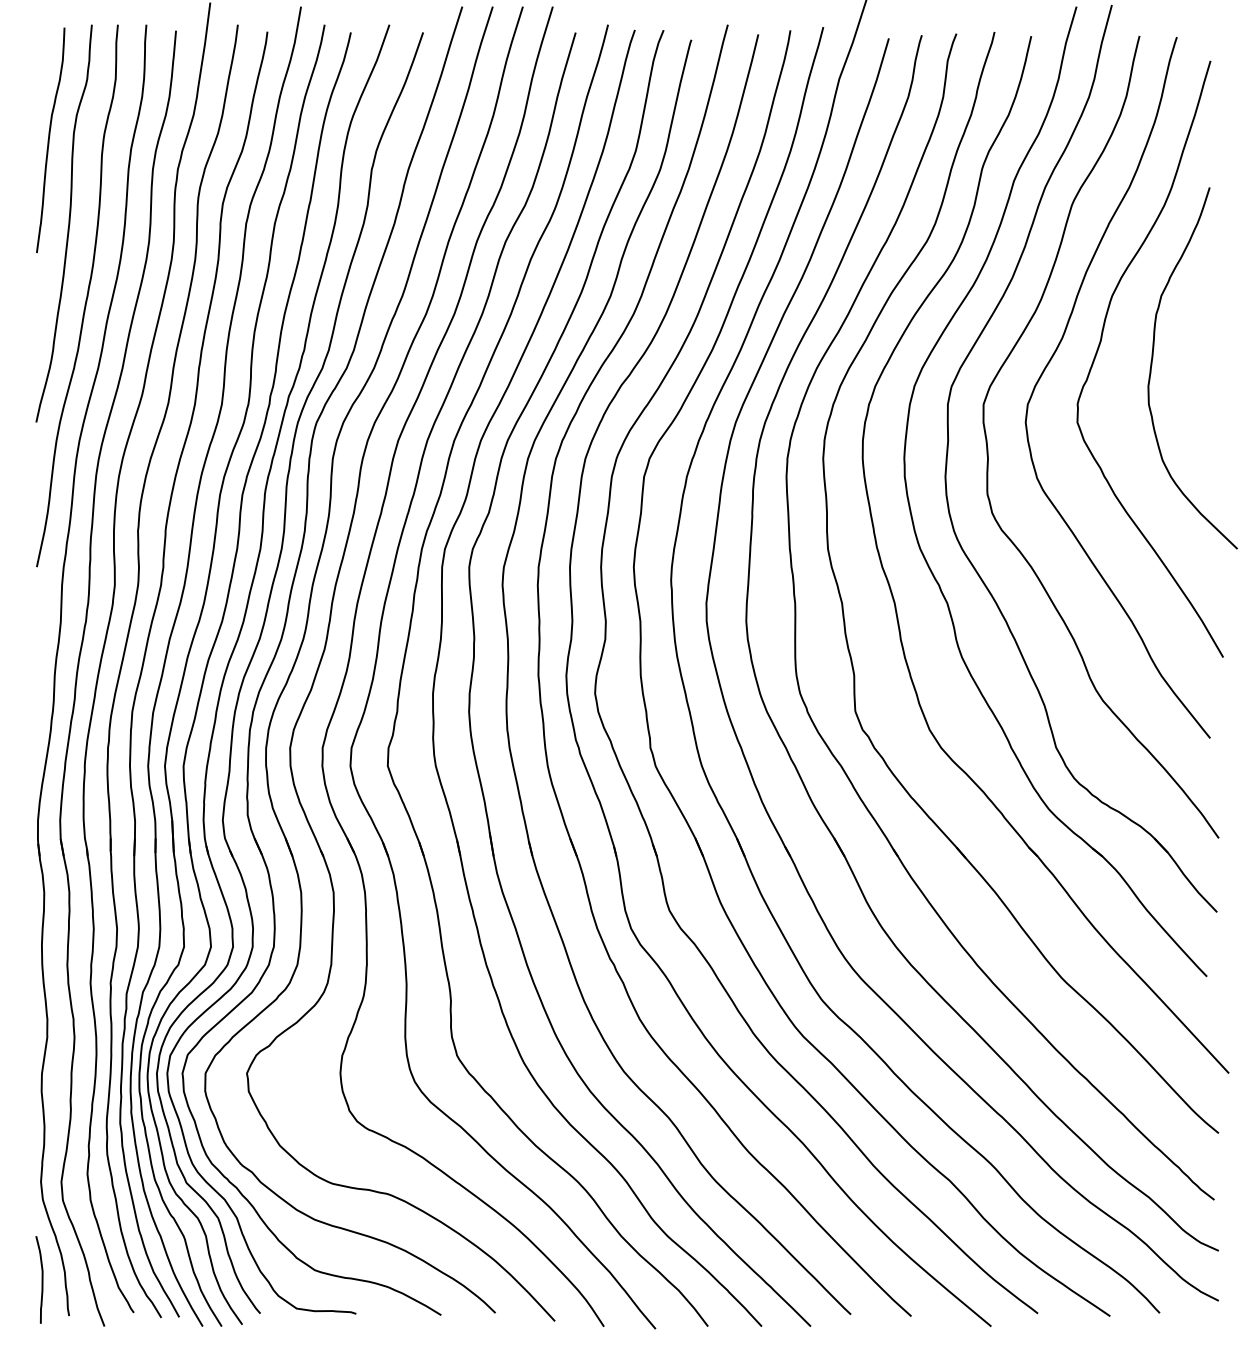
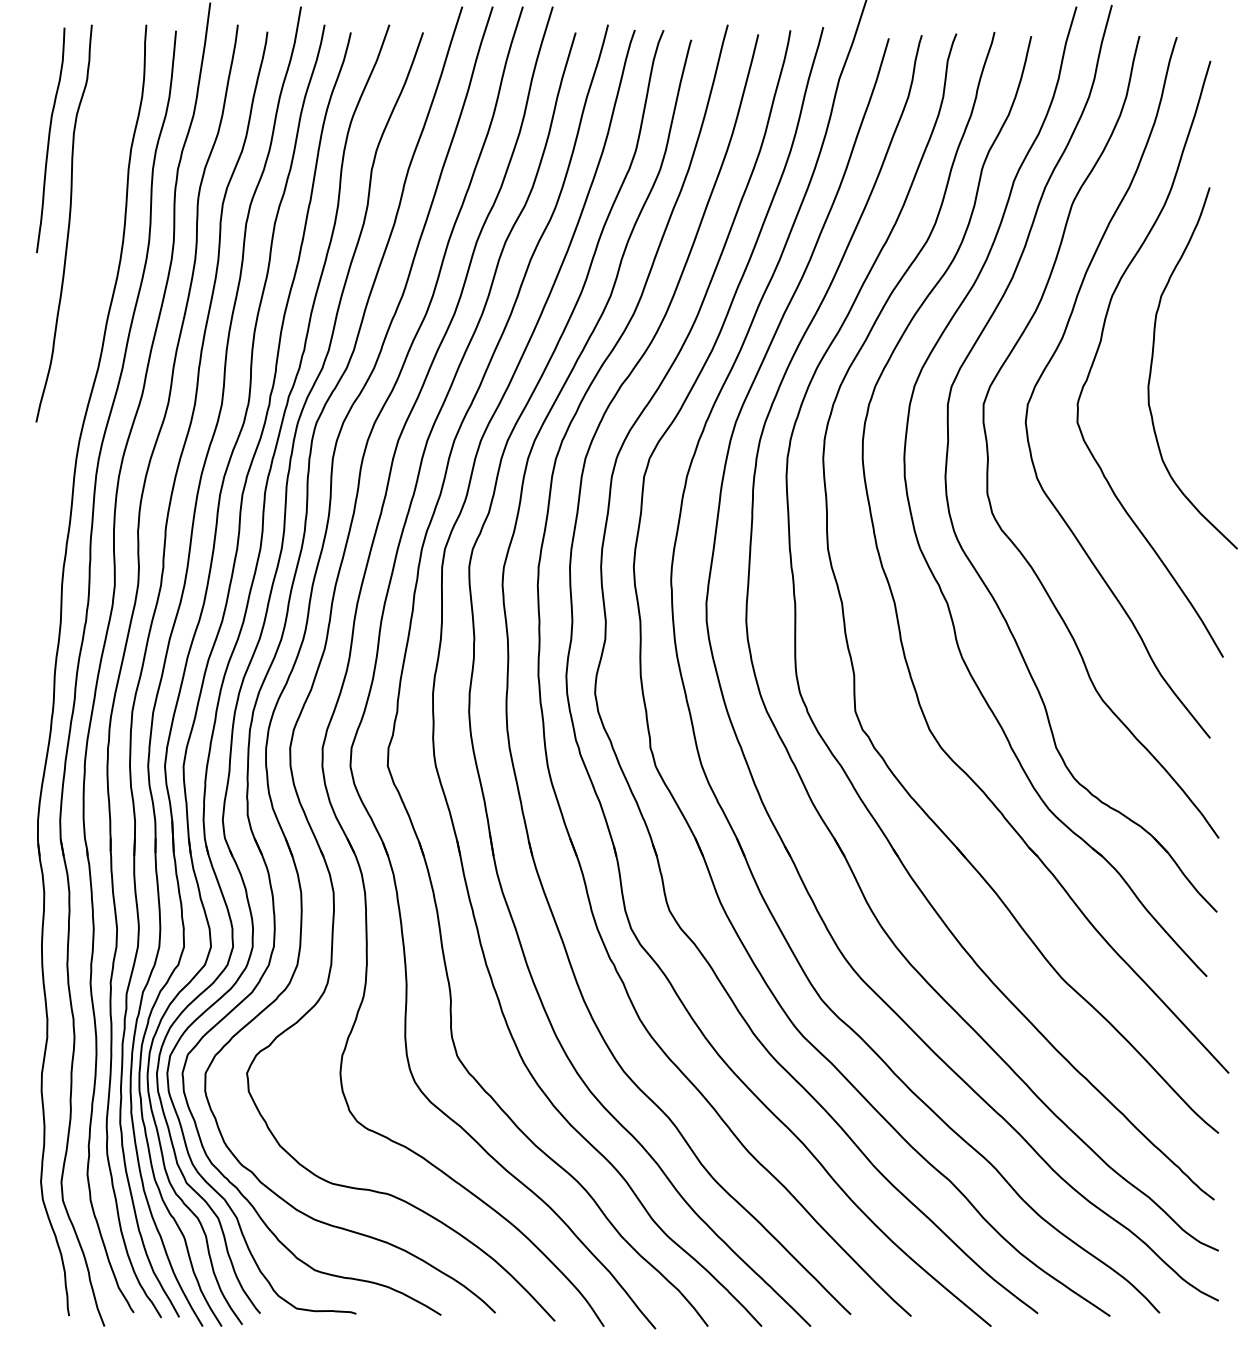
curve at (85, 299): present -> none
curve at (41, 1279): present -> none
